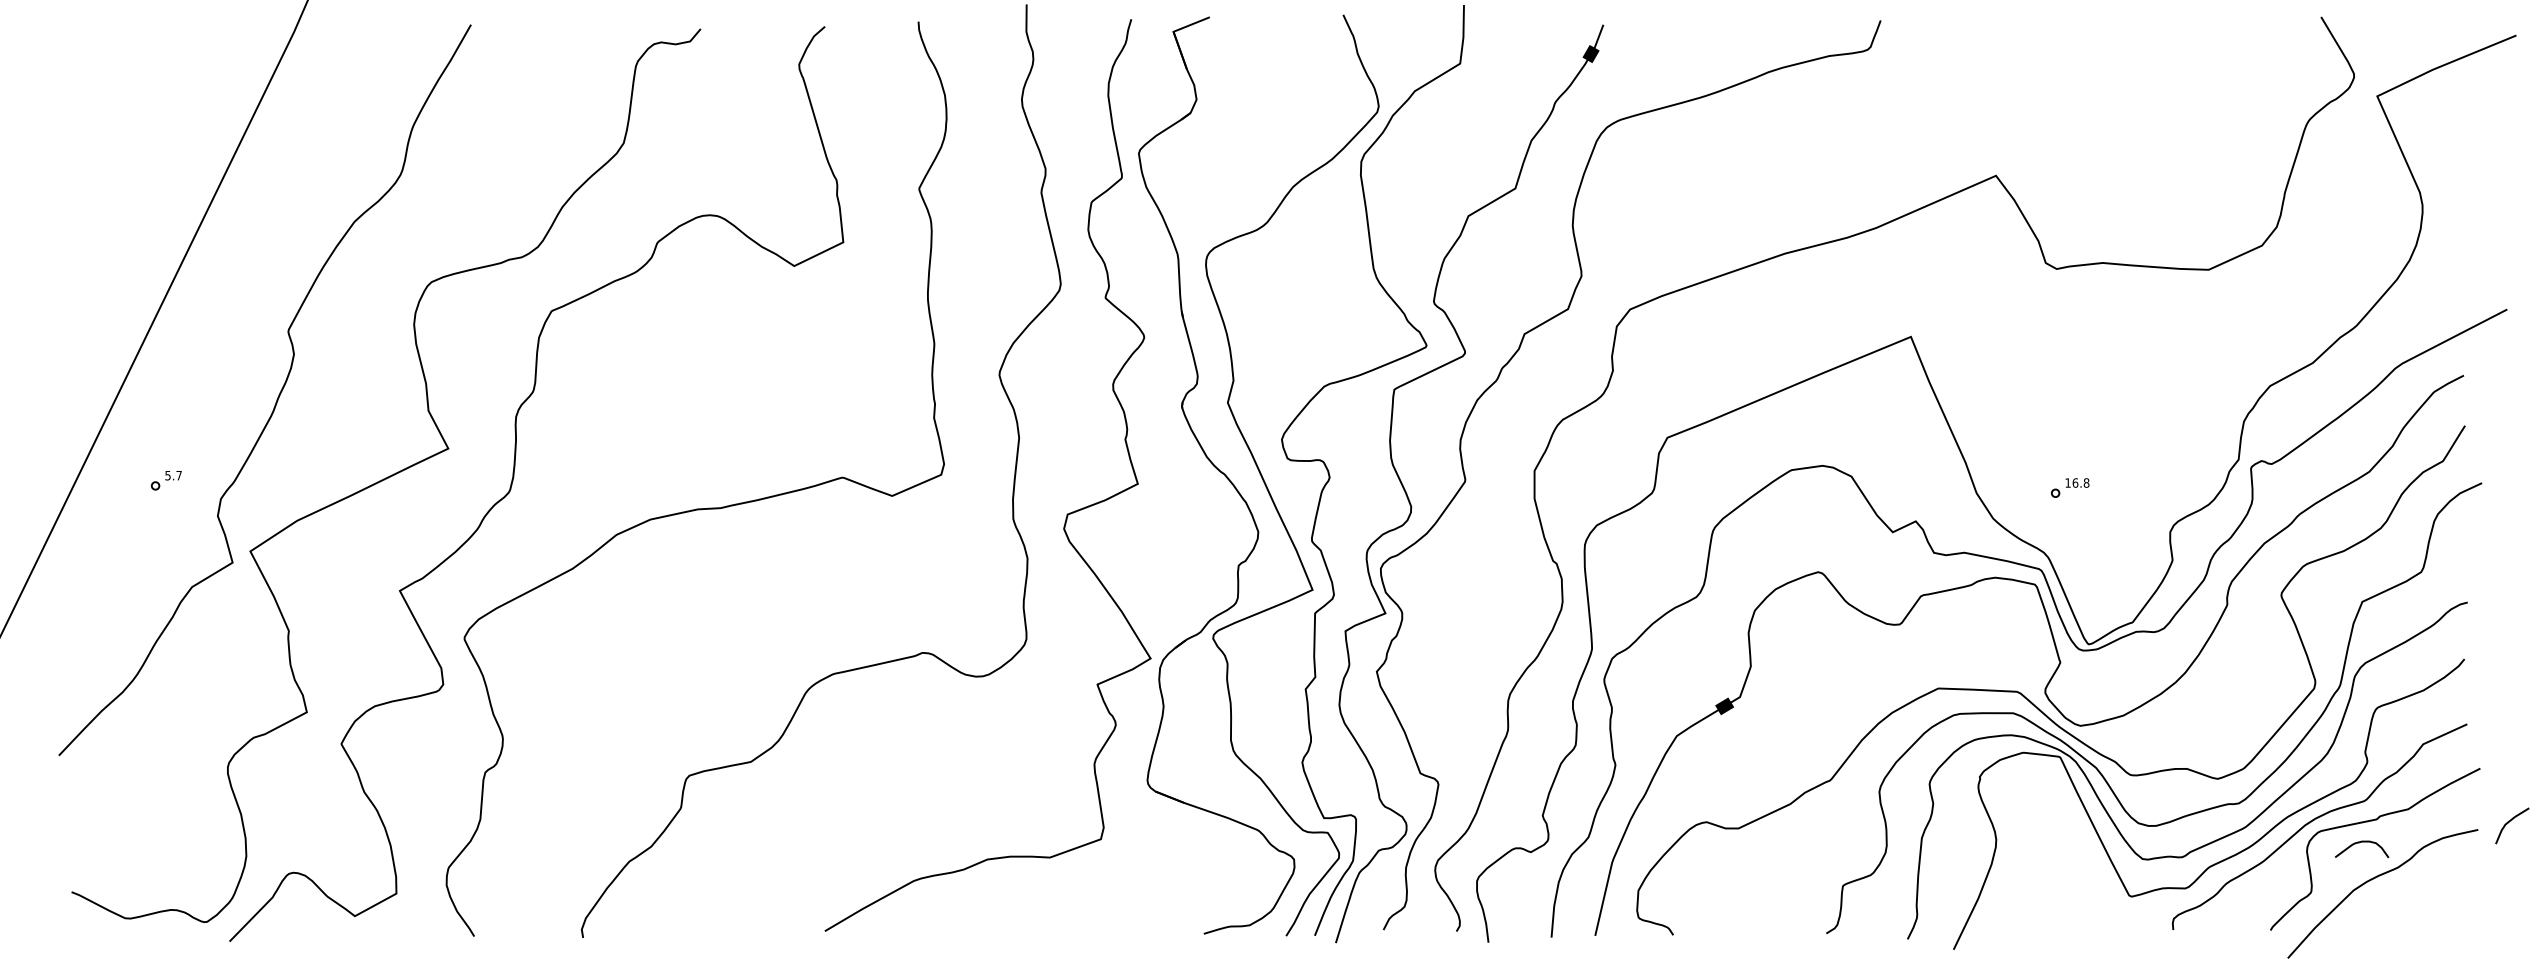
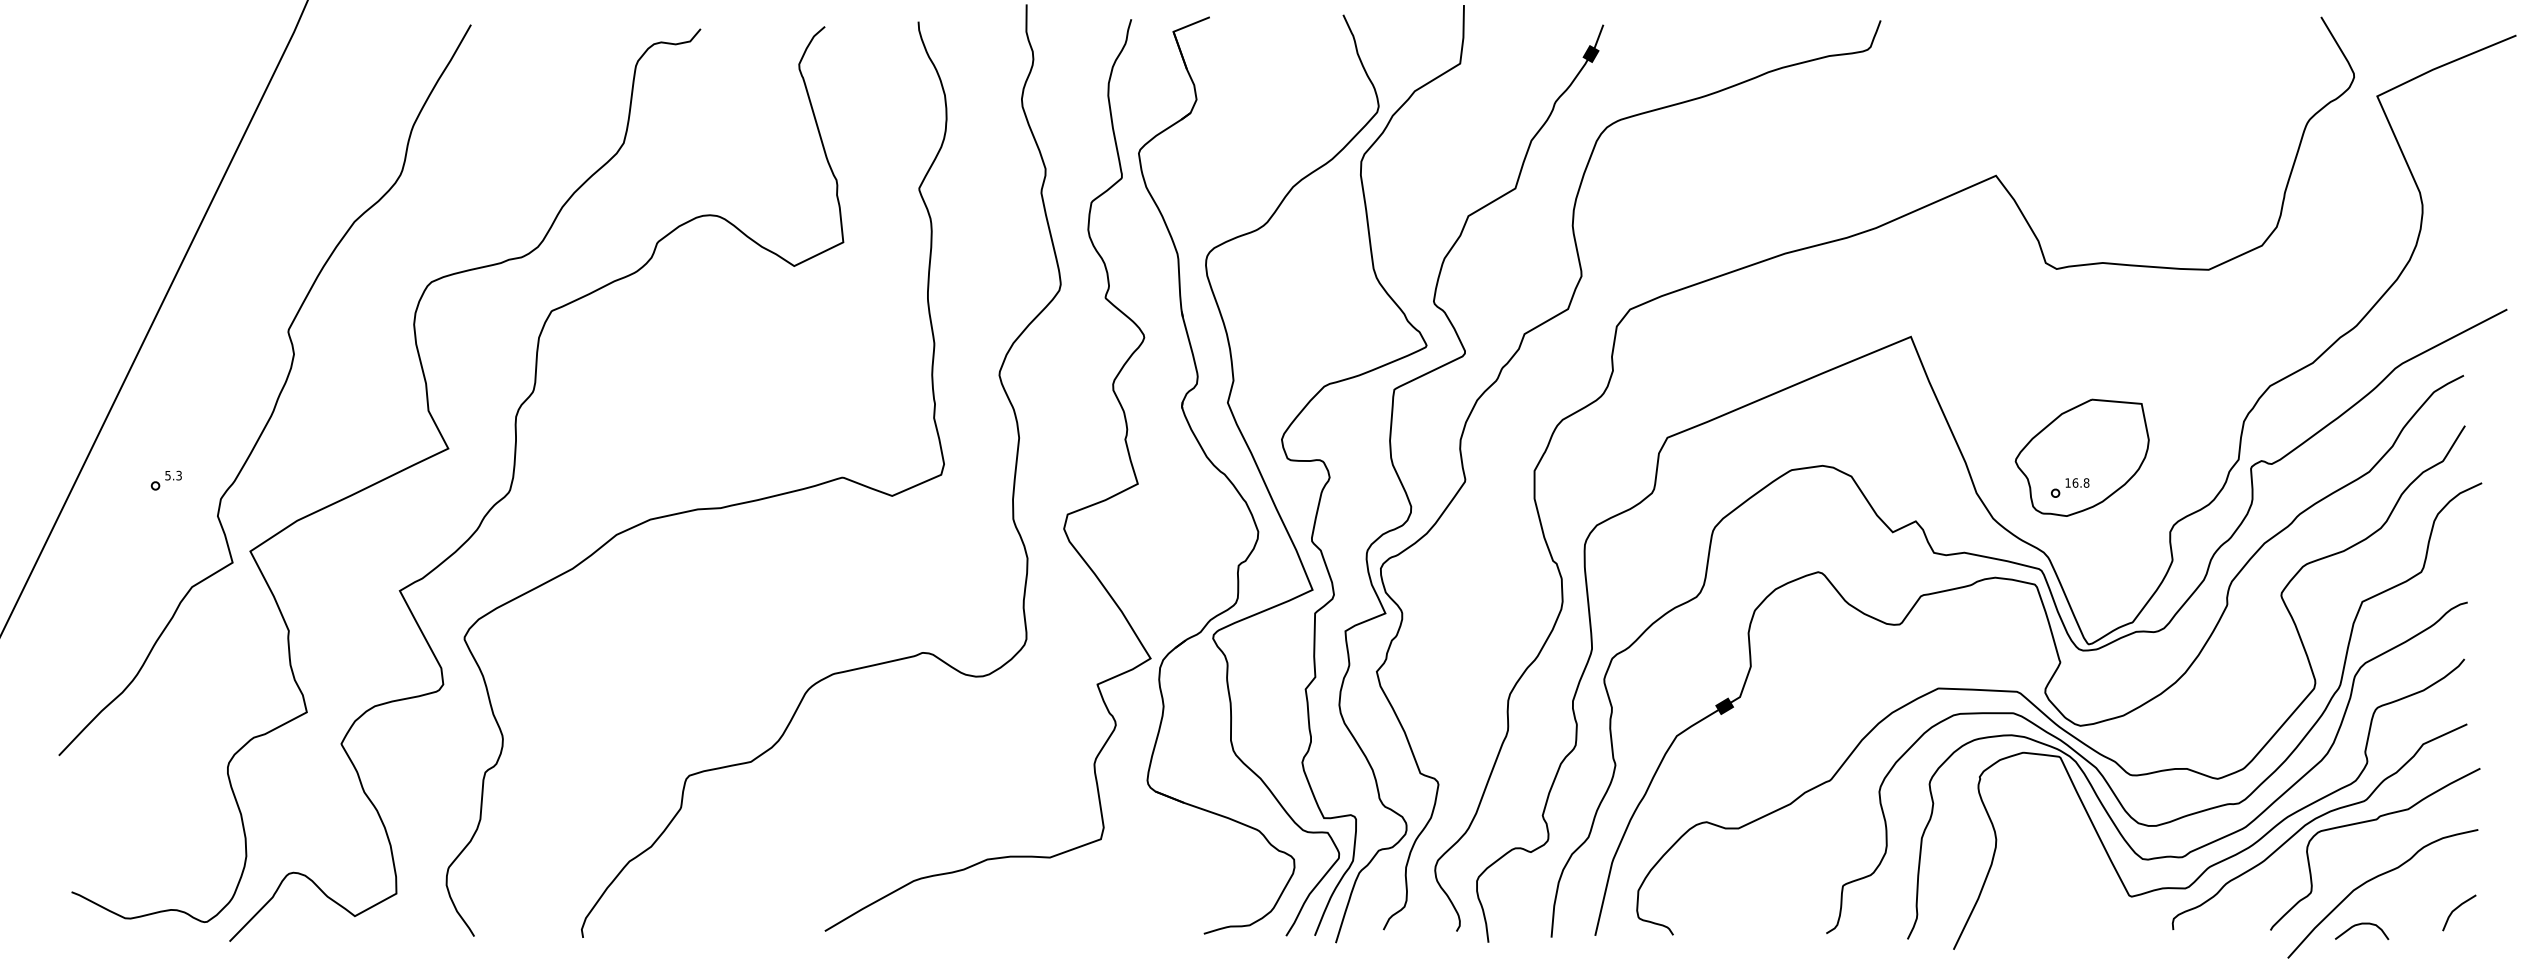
part at (2081, 457): none -> present
text at (178, 475): 5.7 -> 5.3
line at (2509, 822) position: (2509, 822) -> (2456, 909)
curve at (2359, 843) position: (2359, 843) -> (2359, 925)
